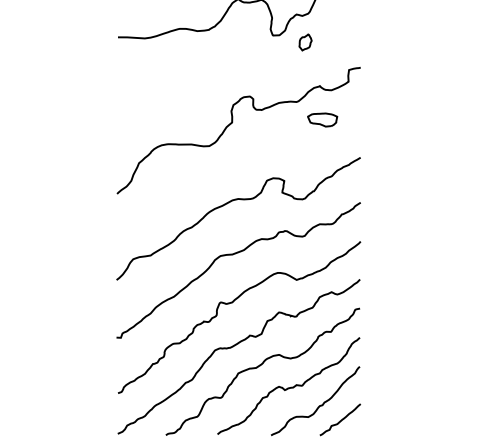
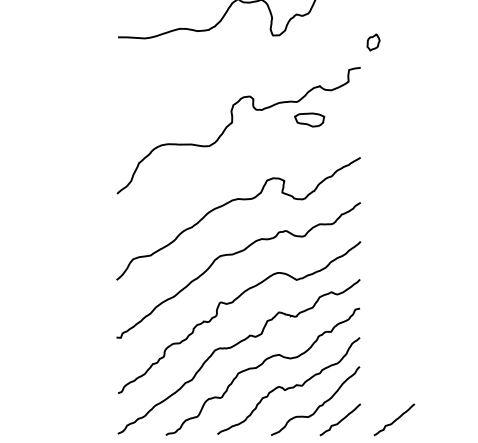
part at (305, 42) position: (305, 42) -> (373, 42)
part at (322, 119) position: (322, 119) -> (309, 119)
curve at (393, 420): none -> present
